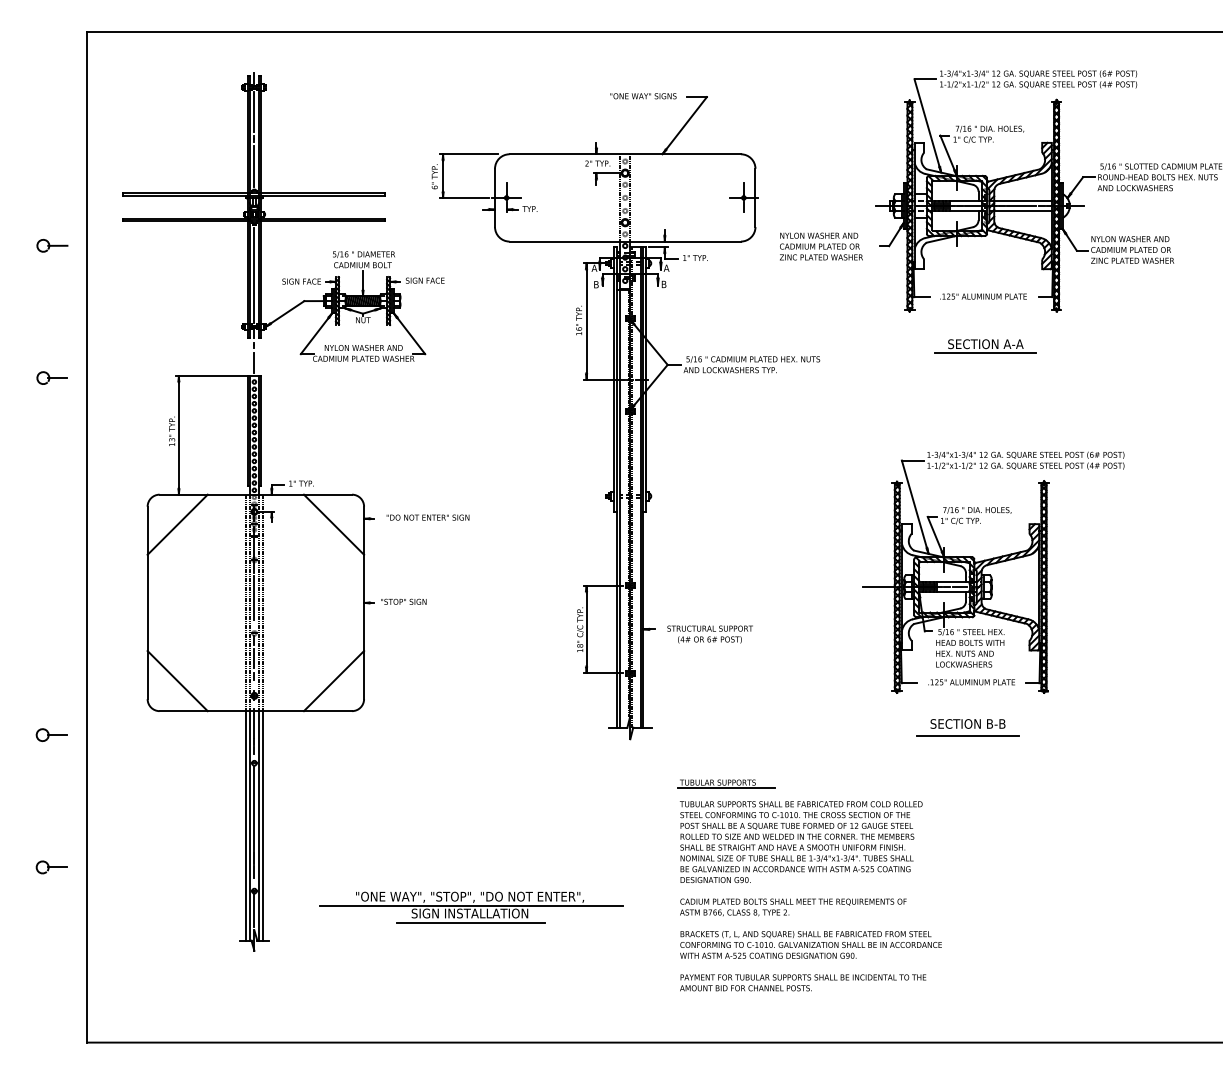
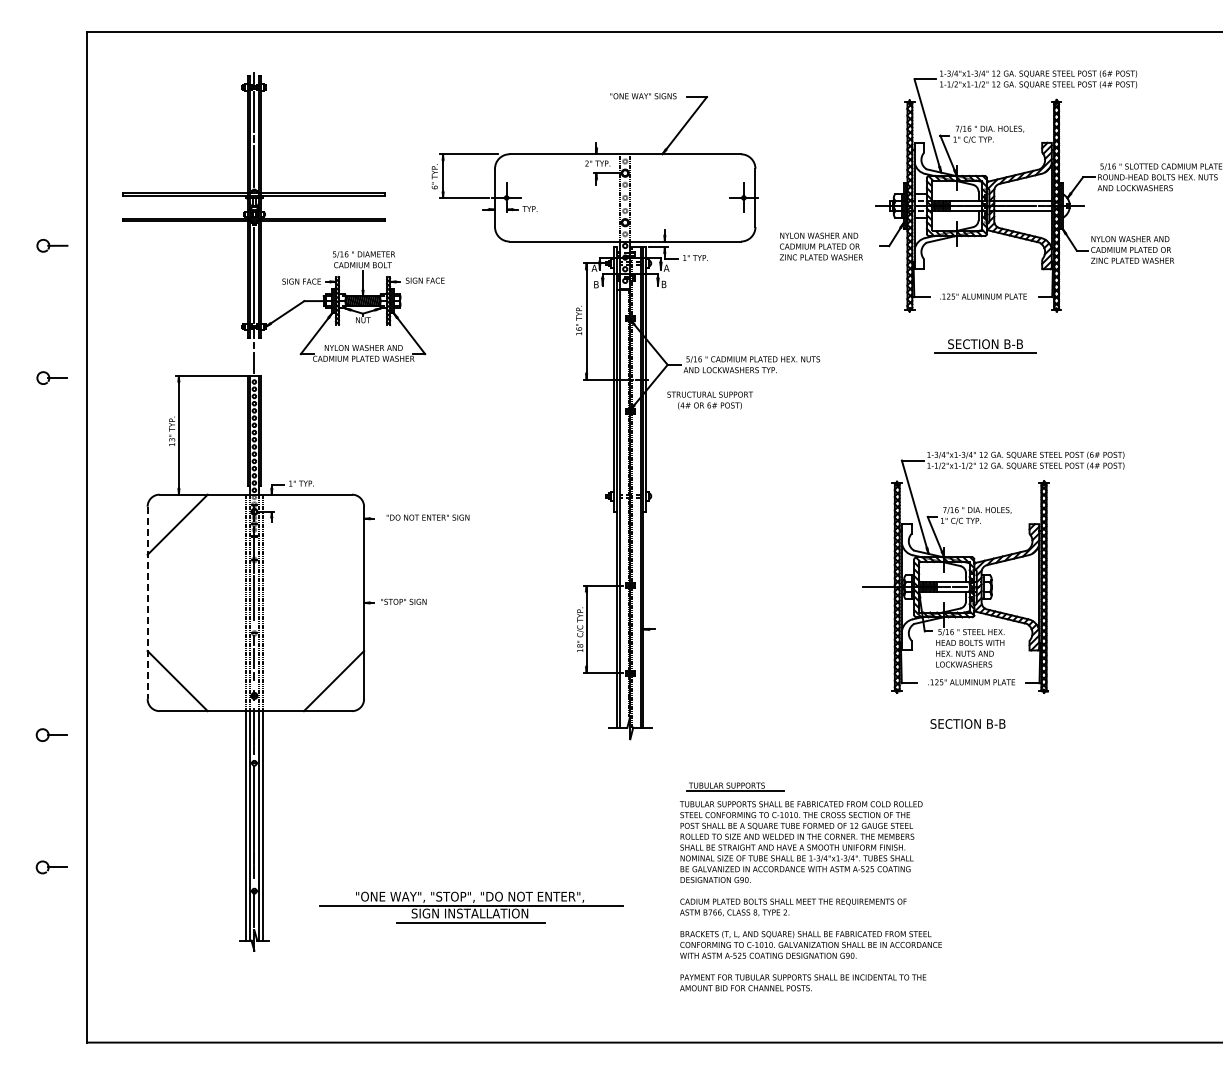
text at (1013, 343): SECTION A-A -> SECTION B-B
line at (333, 524): present -> none
line at (147, 603): solid -> dashed
text at (709, 634) position: (709, 634) -> (709, 400)
line at (967, 736): present -> none
part at (726, 783) position: (726, 783) -> (735, 786)
